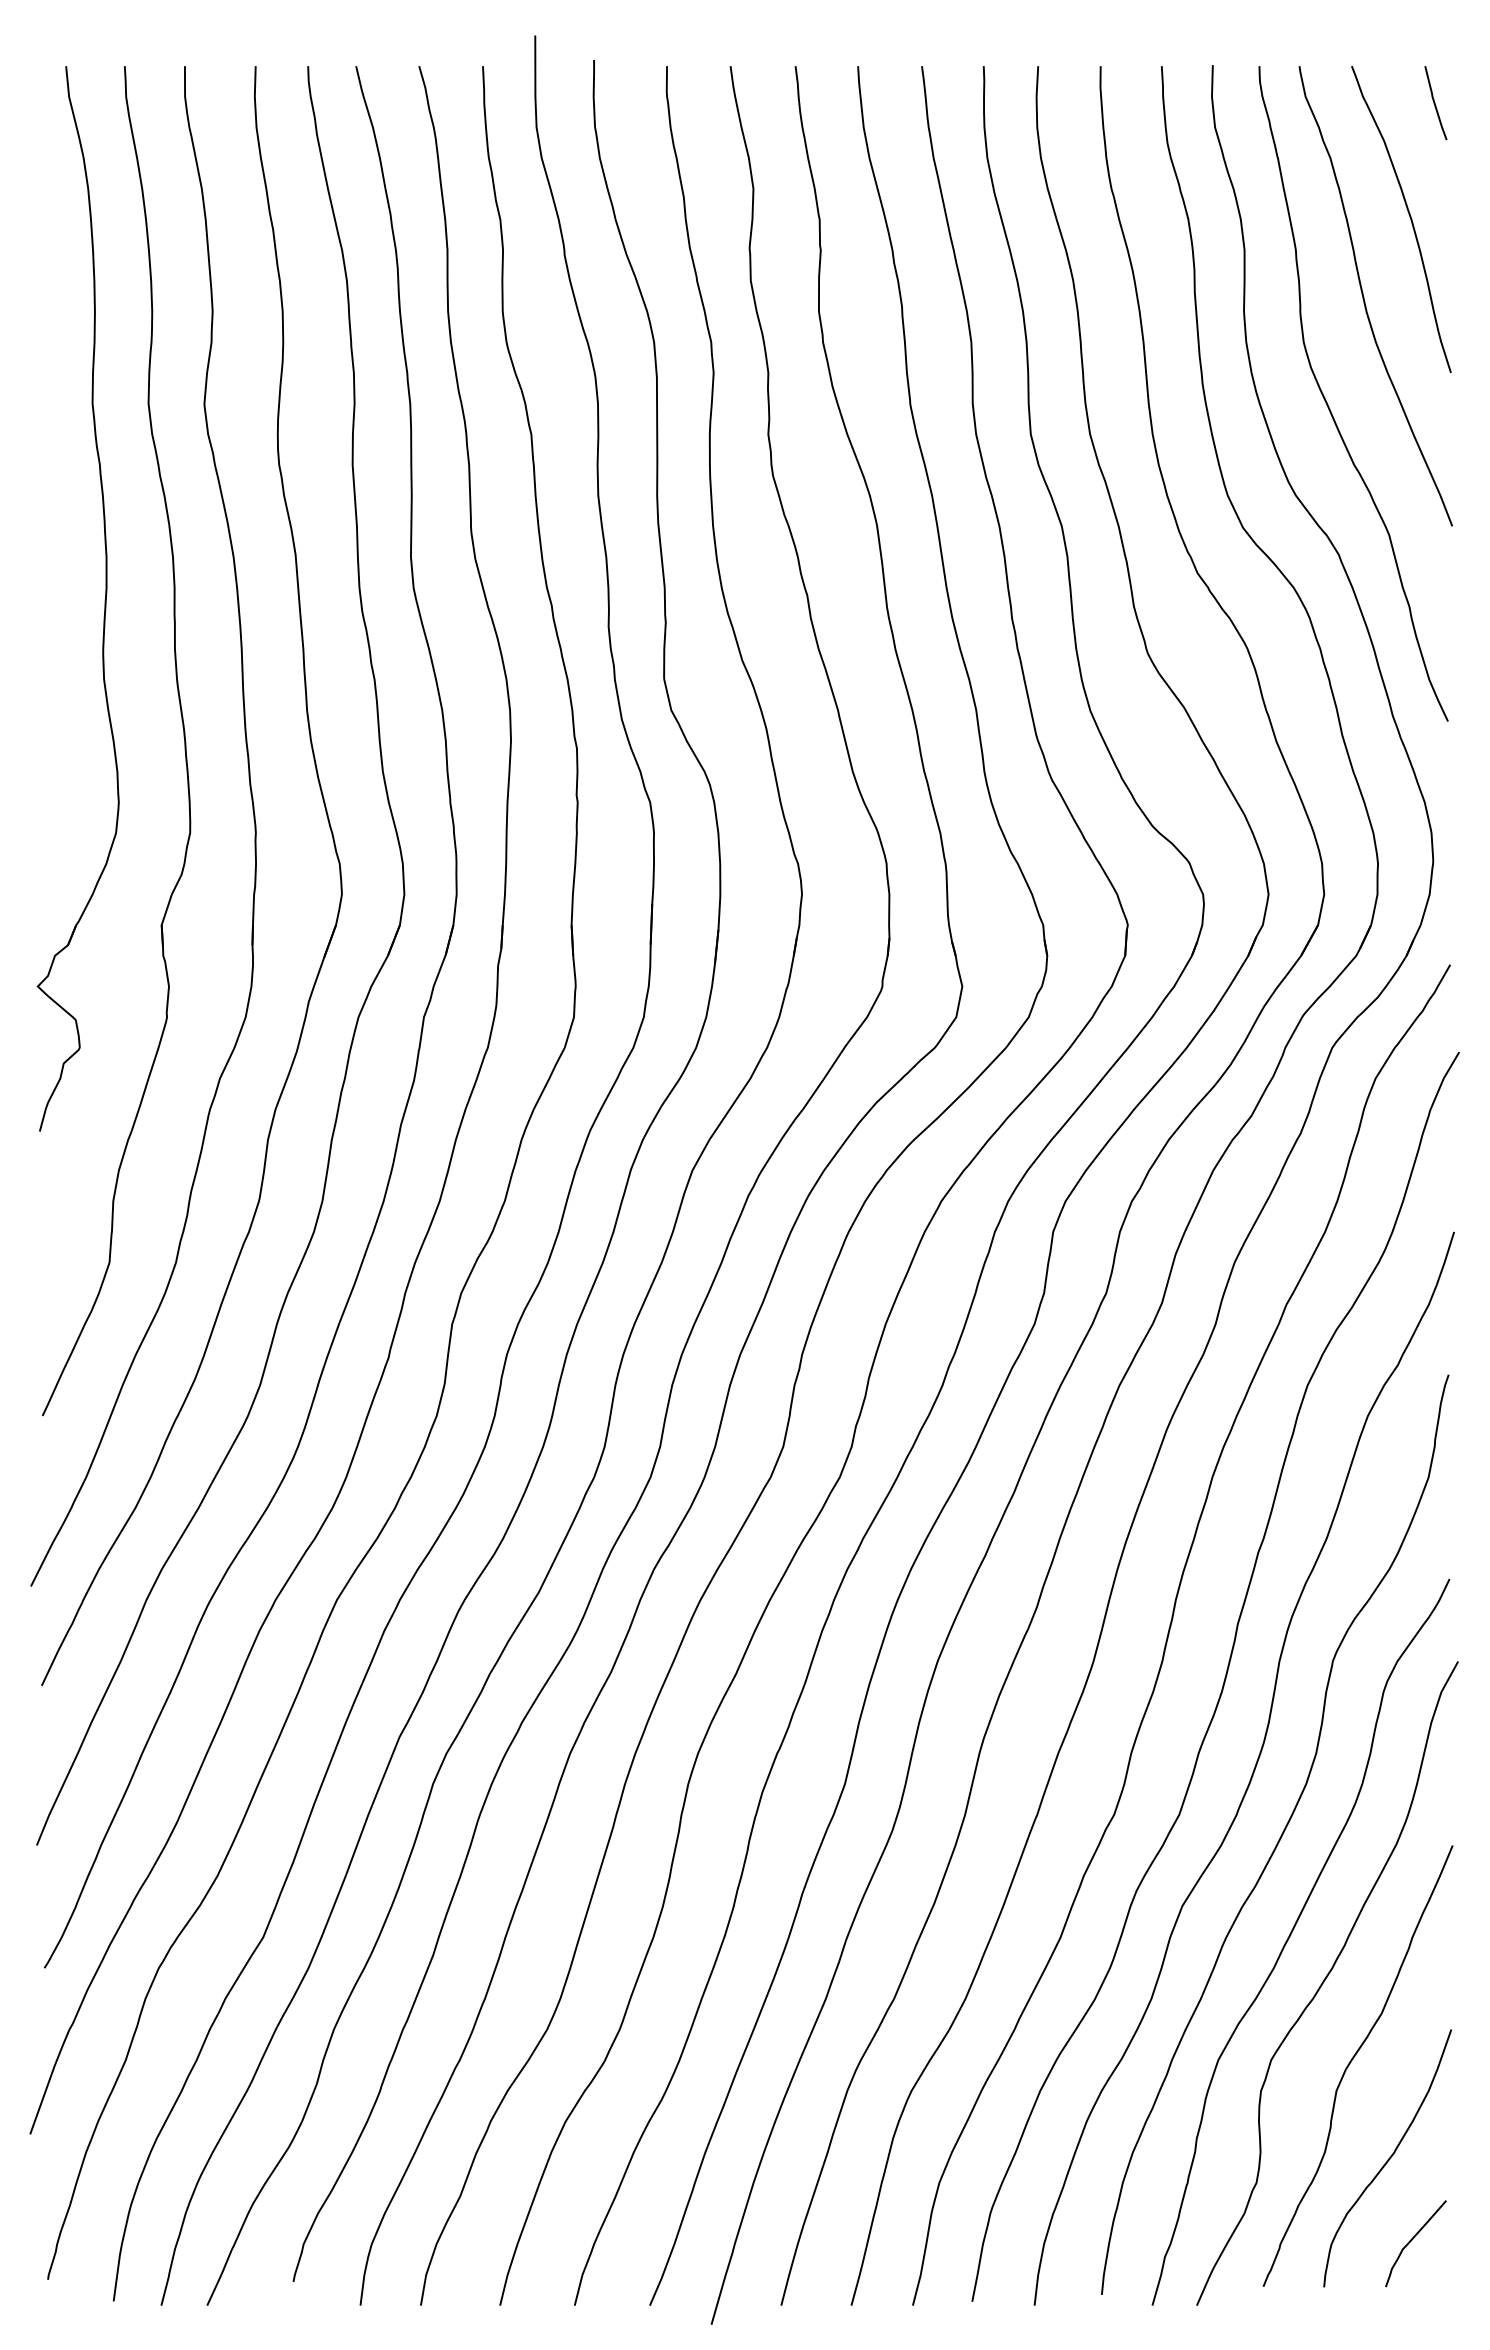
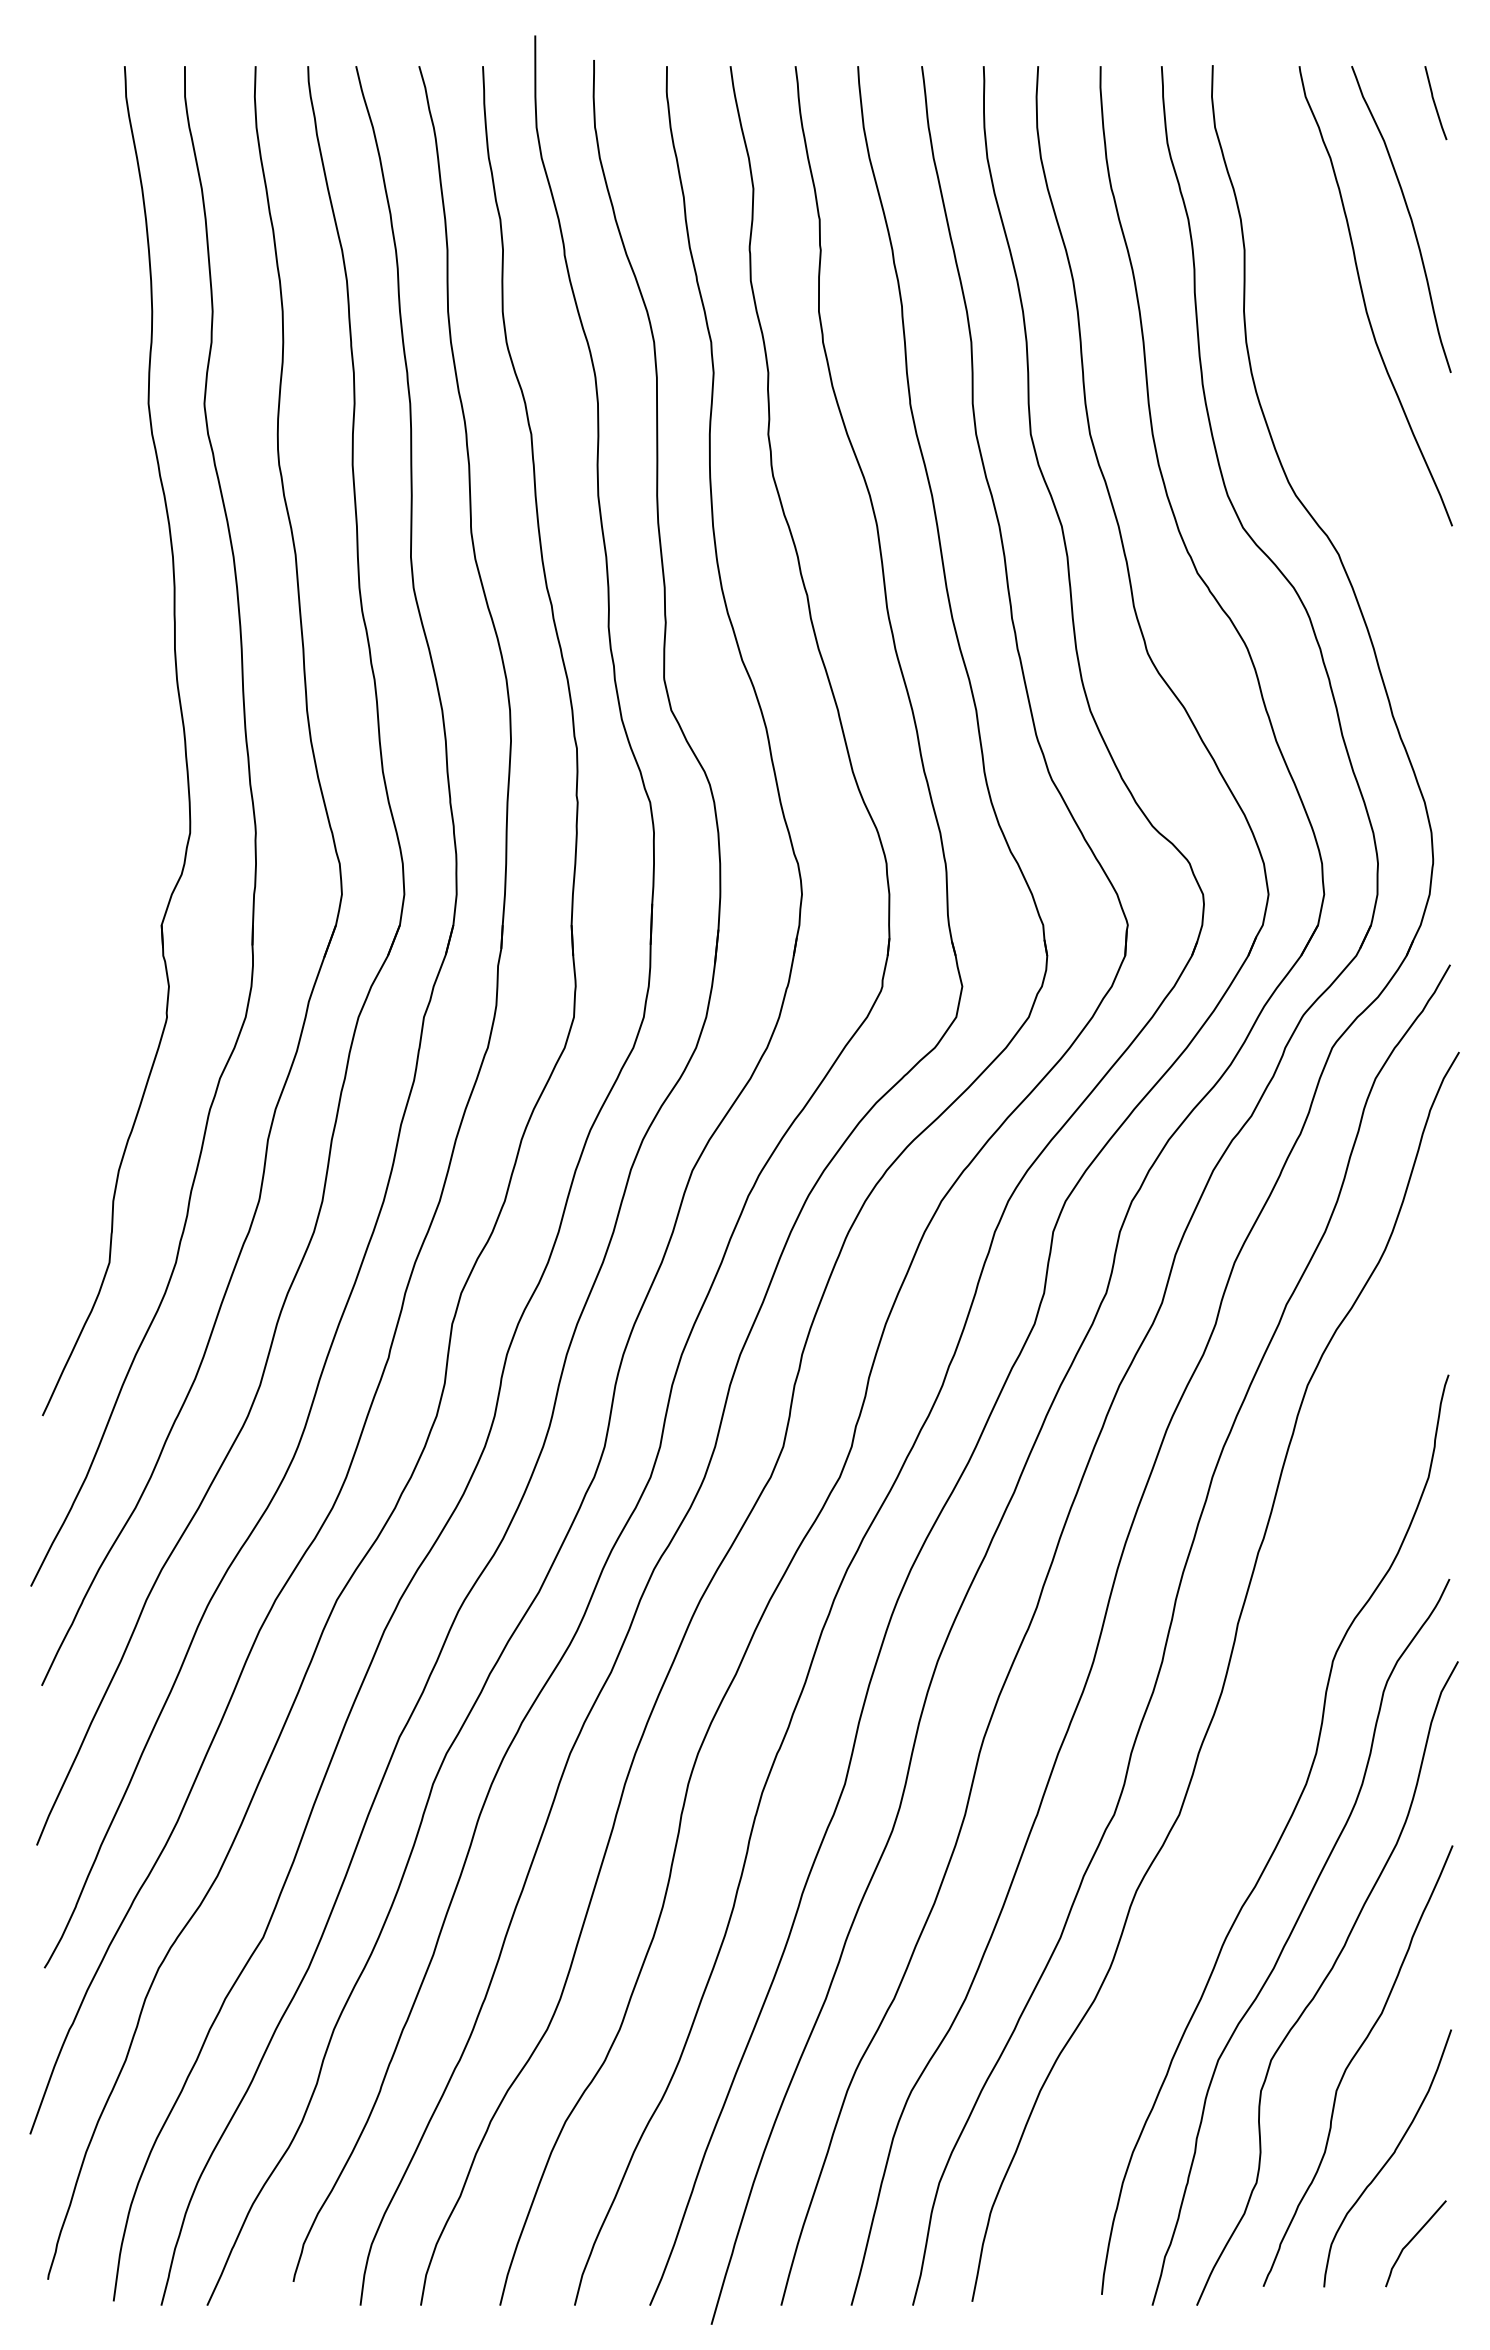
curve at (1329, 406): present -> none
part at (104, 600): present -> none
curve at (1252, 1771): present -> none
